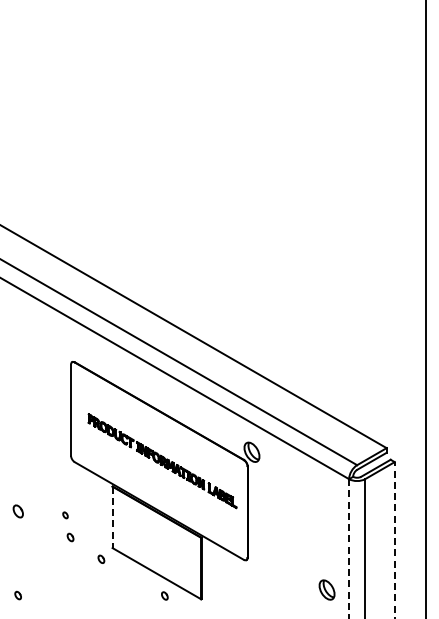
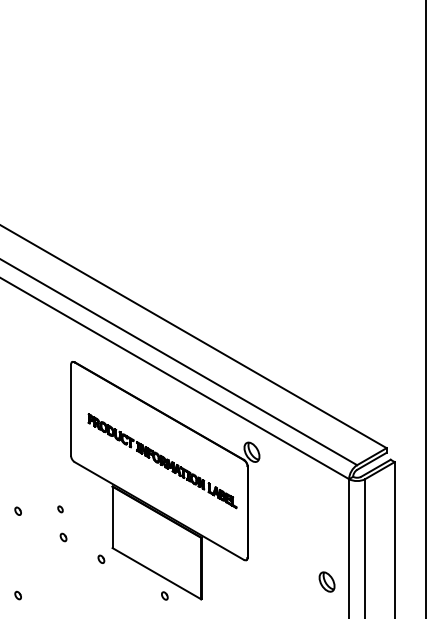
part at (17, 511) size: 12x15 px -> 8x10 px
part at (65, 515) position: (65, 515) -> (60, 509)
line at (112, 517): dashed -> solid
part at (70, 537) position: (70, 537) -> (63, 537)
line at (394, 540): dashed -> solid
line at (349, 549): dashed -> solid
part at (326, 589) position: (326, 589) -> (326, 581)
